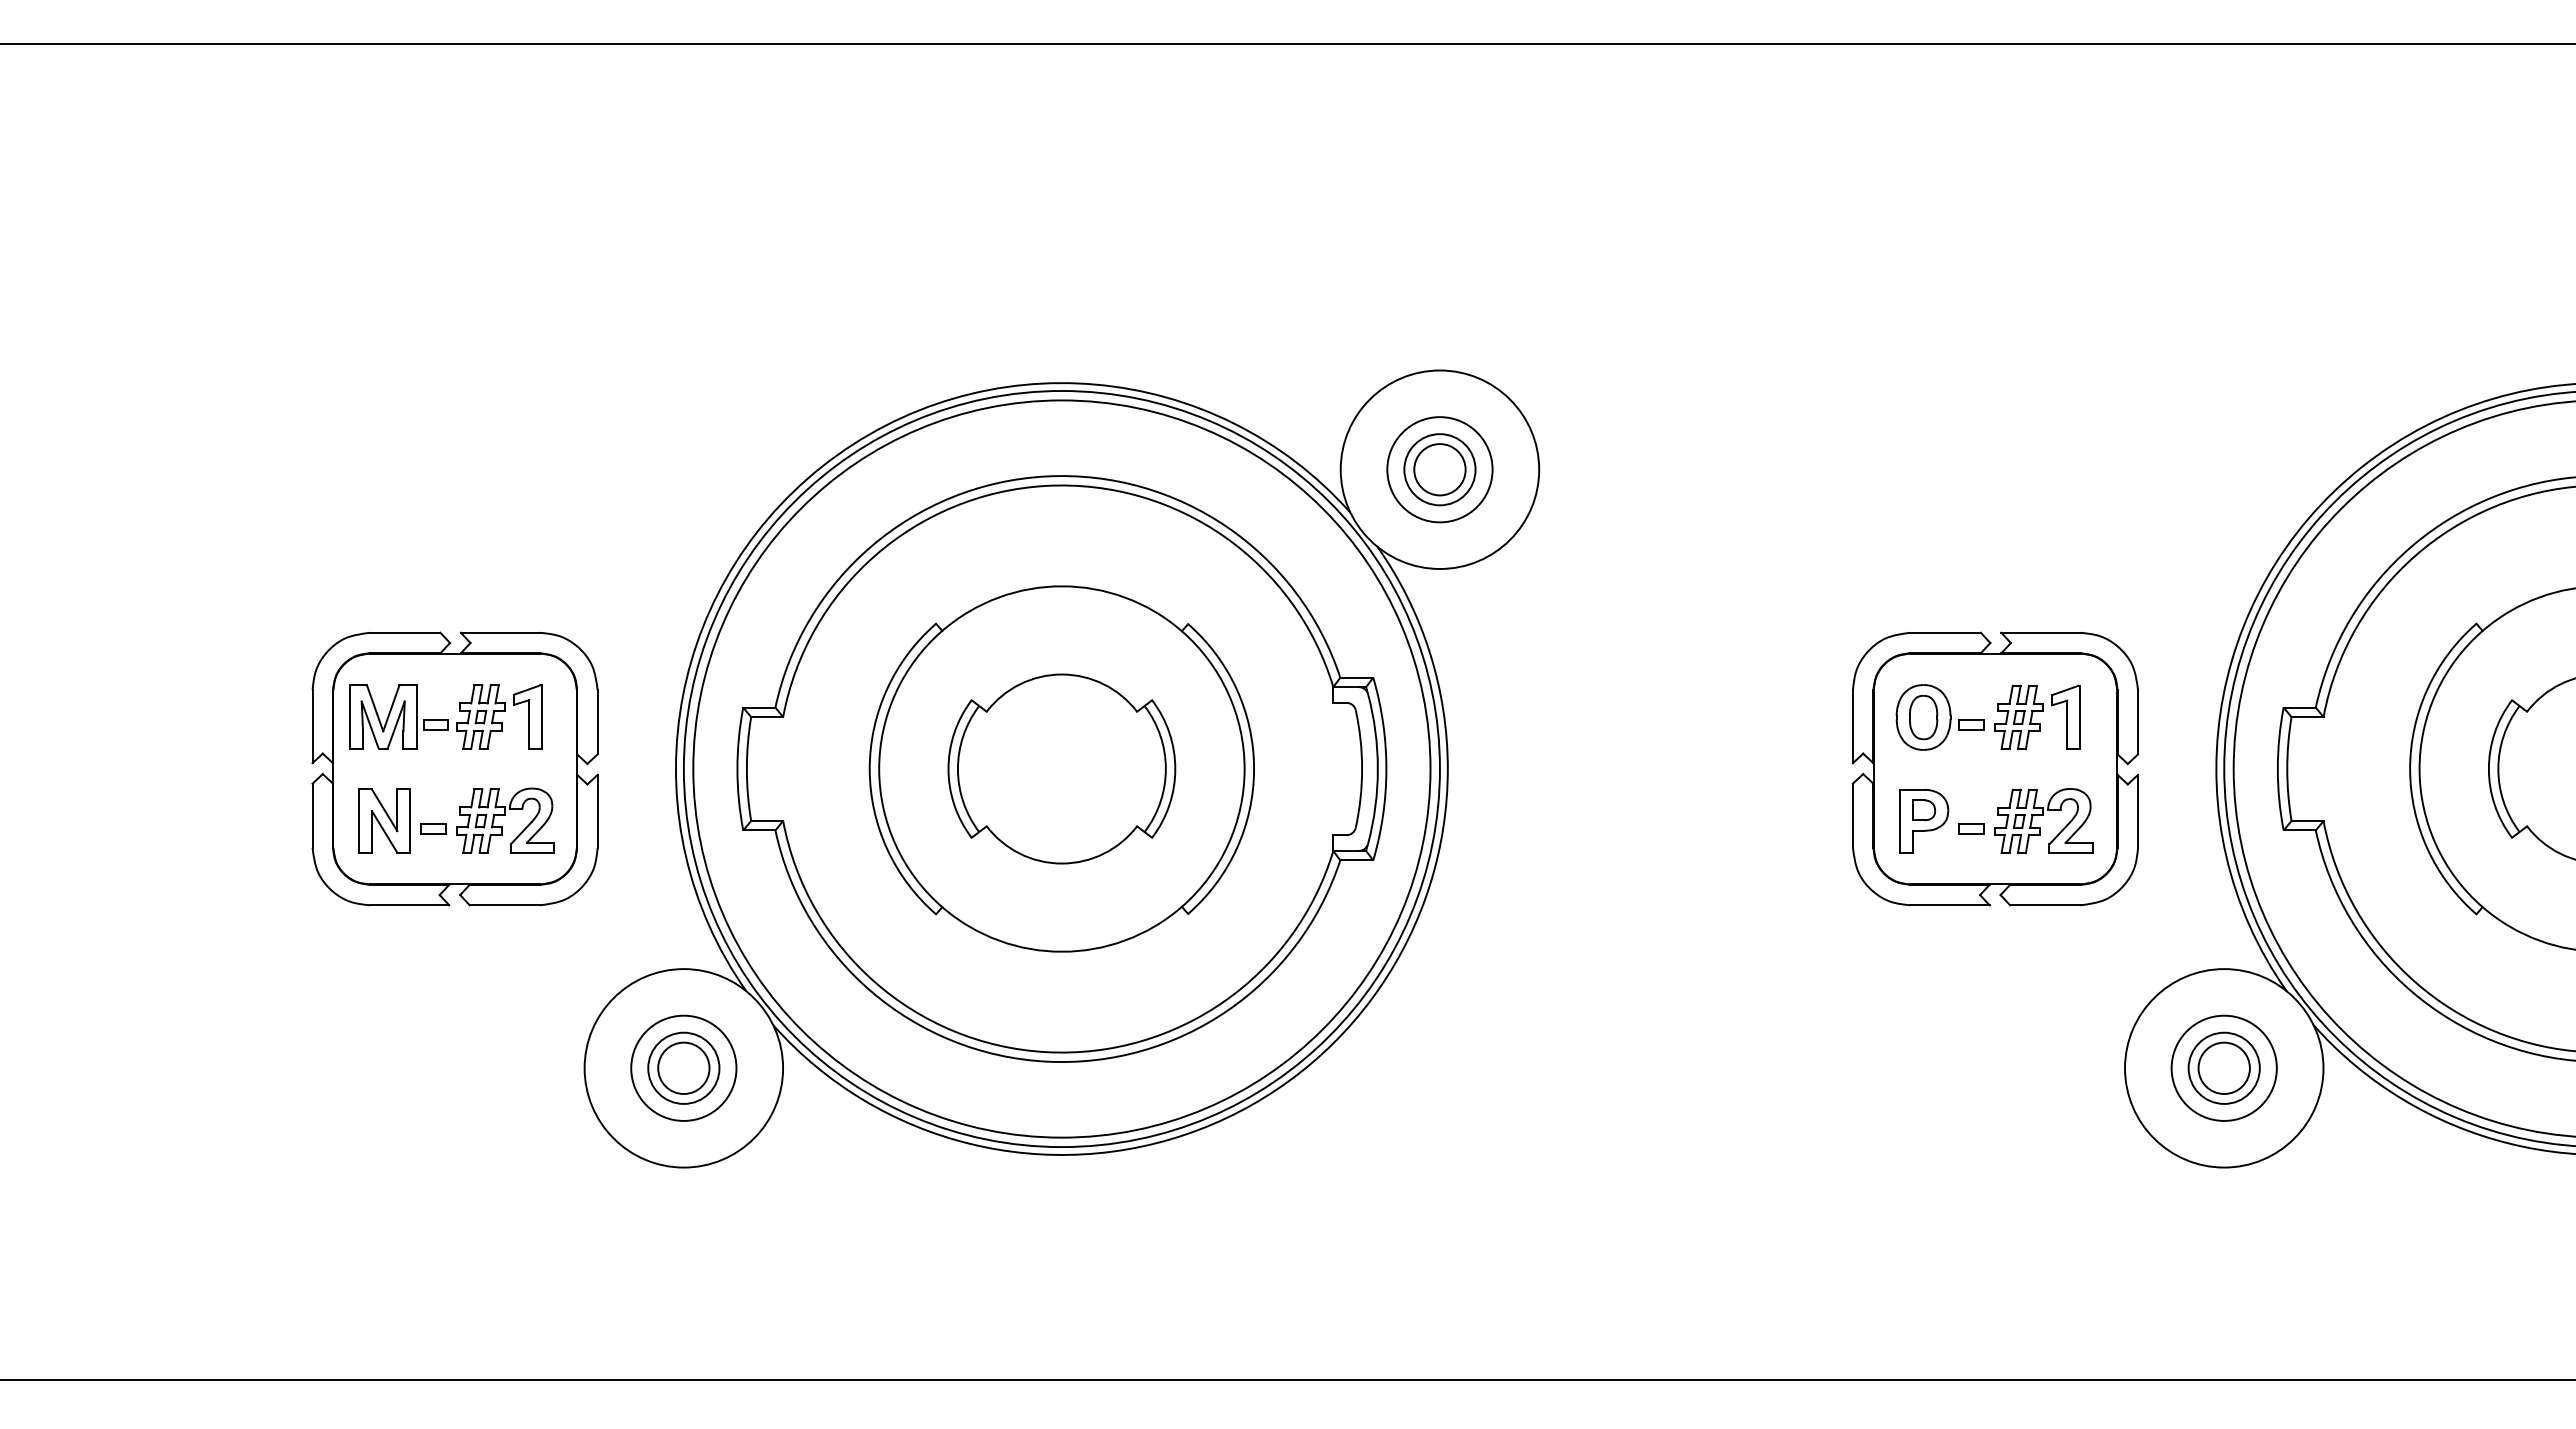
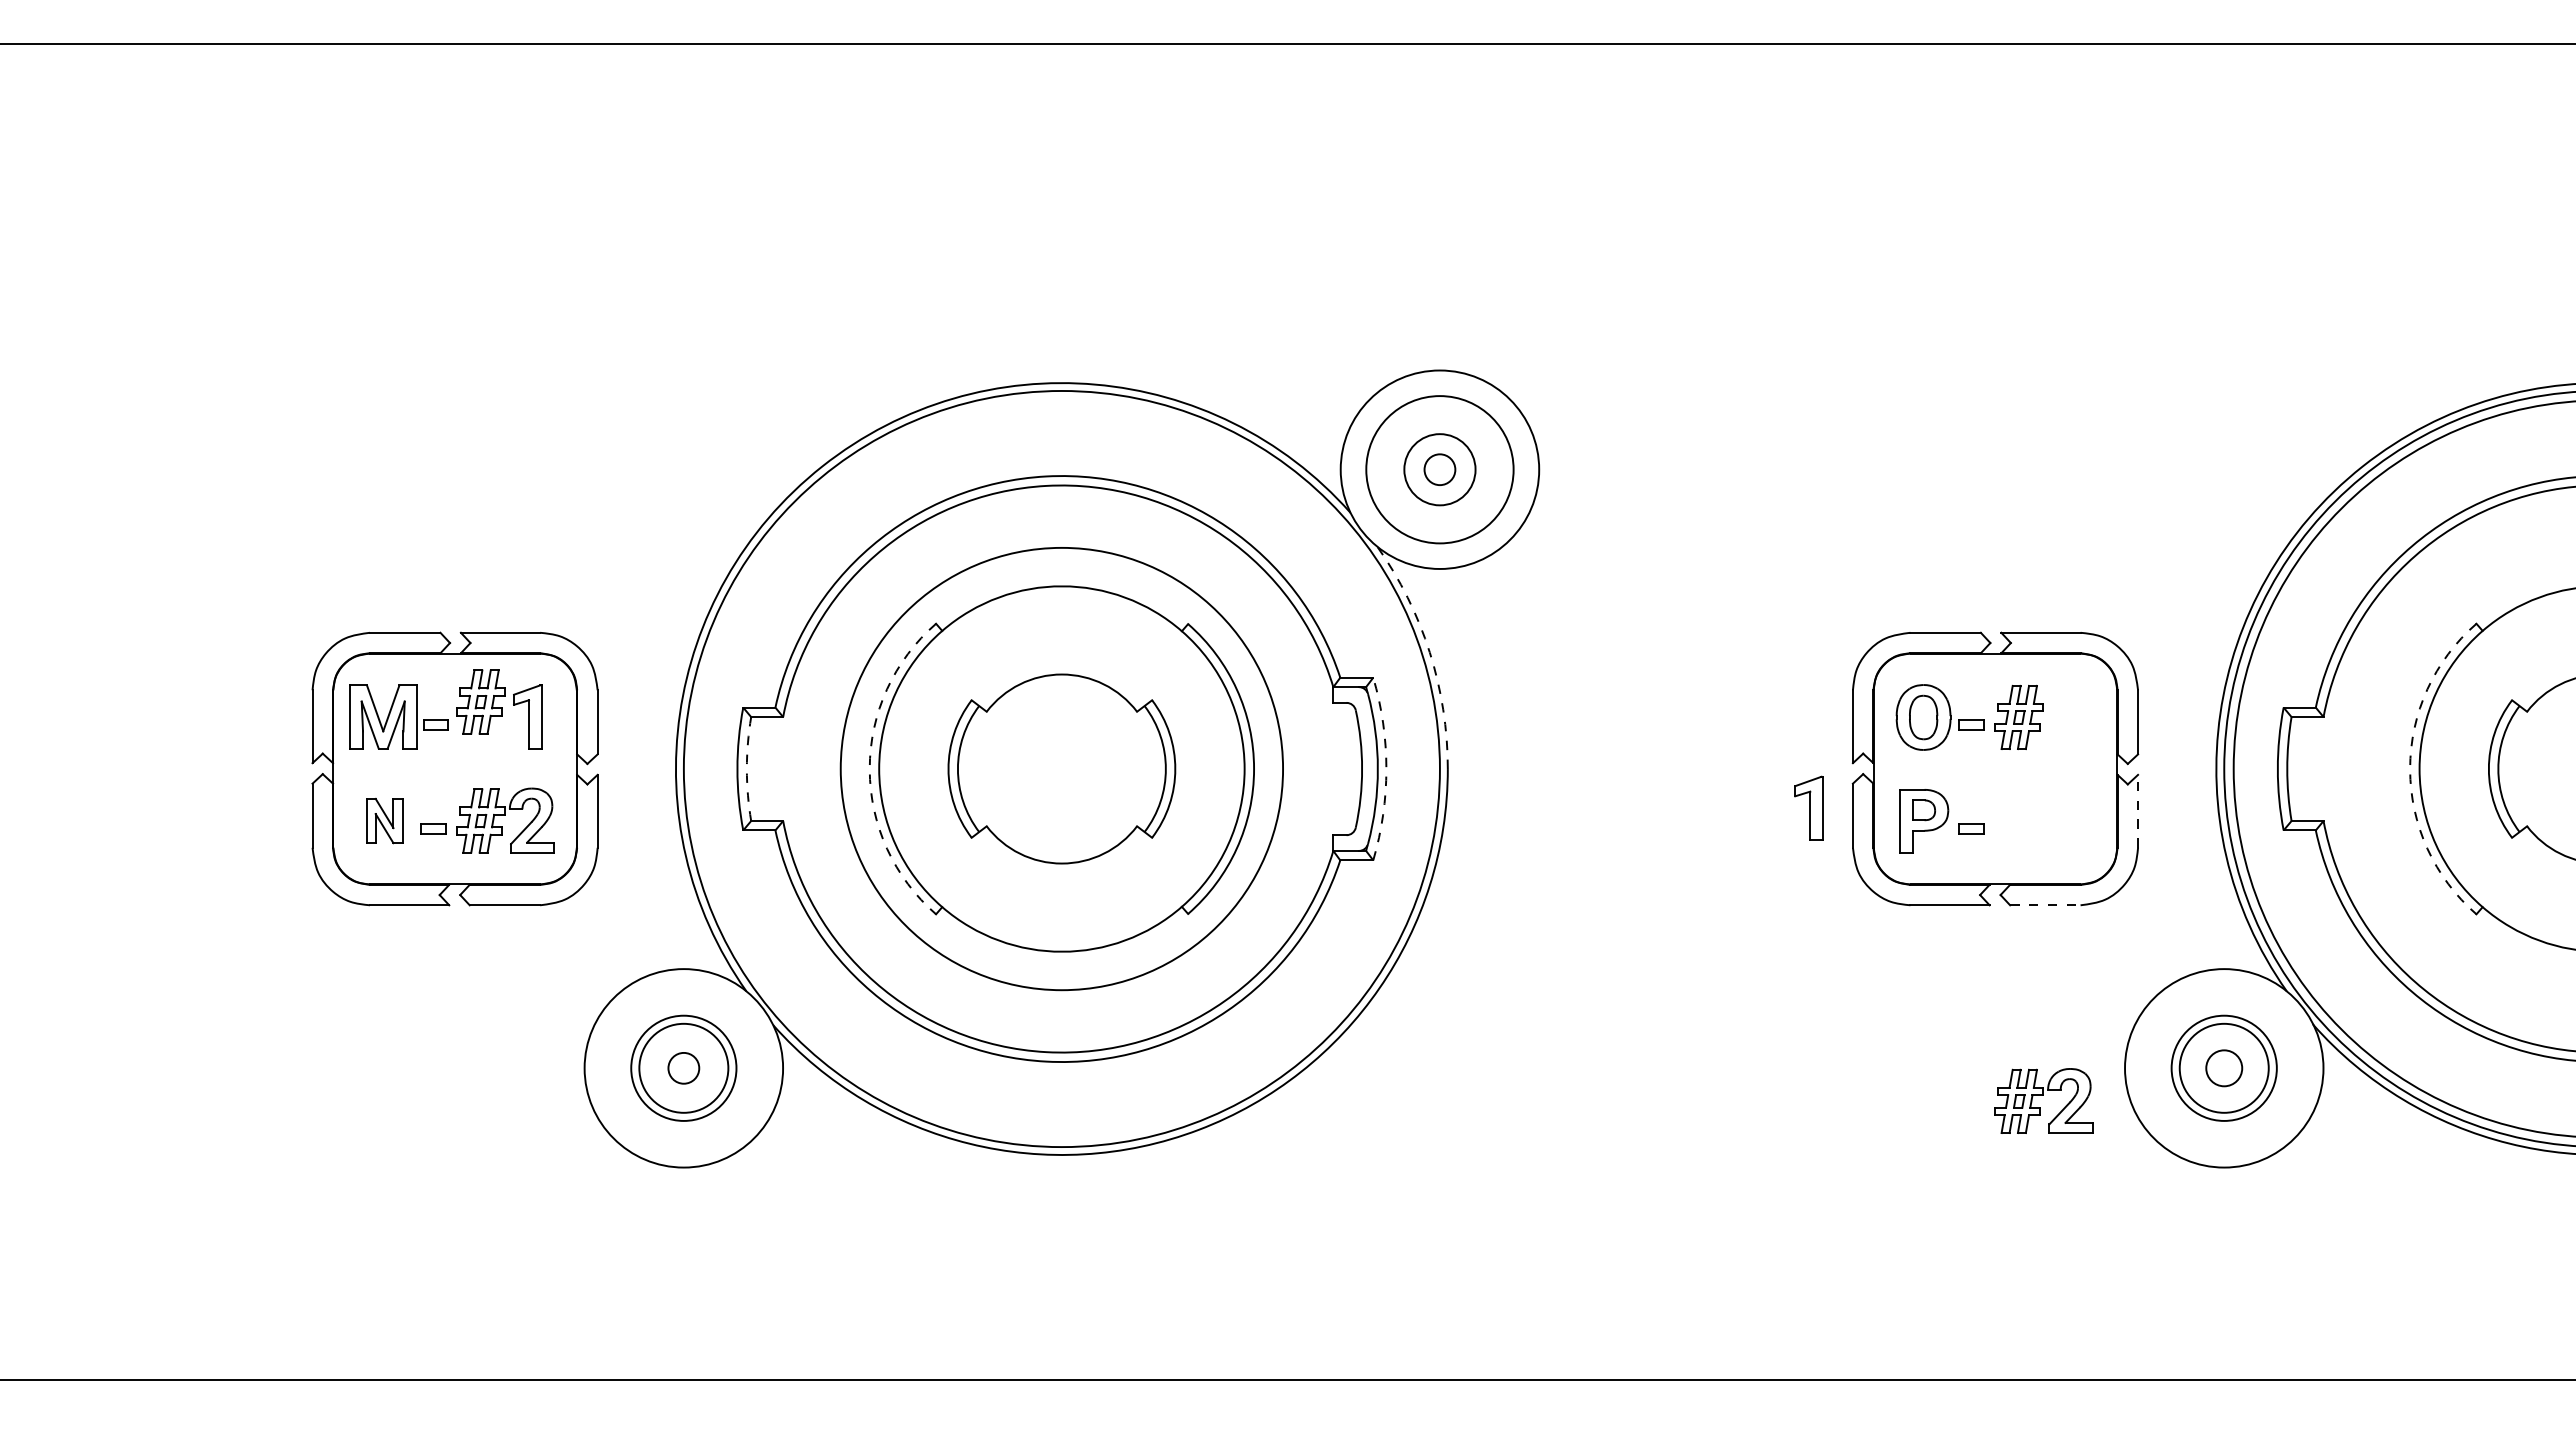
circle at (1439, 469) diameter: 105 px -> 147 px
circle at (1439, 469) diameter: 51 px -> 31 px
arc at (1429, 652): solid -> dashed
part at (480, 716) position: (480, 716) -> (480, 701)
part at (2065, 716) position: (2065, 716) -> (1808, 807)
circle at (1061, 768) diameter: 737 px -> 442 px
arc at (746, 769): solid -> dashed
arc at (869, 769): solid -> dashed
arc at (1386, 769): solid -> dashed
arc at (2410, 769): solid -> dashed
line at (2138, 810): solid -> dashed
part at (384, 820) size: 53x66 px -> 38x48 px
part at (2043, 820) position: (2043, 820) -> (2043, 1100)
line at (2045, 905): solid -> dashed
circle at (683, 1067) diameter: 71 px -> 89 px
circle at (2223, 1067) diameter: 71 px -> 89 px
circle at (683, 1068) diameter: 51 px -> 31 px
circle at (2223, 1068) diameter: 51 px -> 36 px
